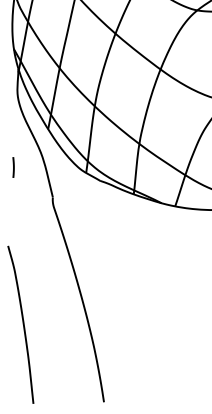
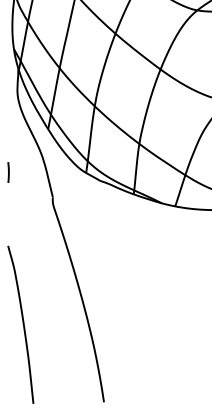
line at (13, 167) position: (13, 167) -> (8, 172)
